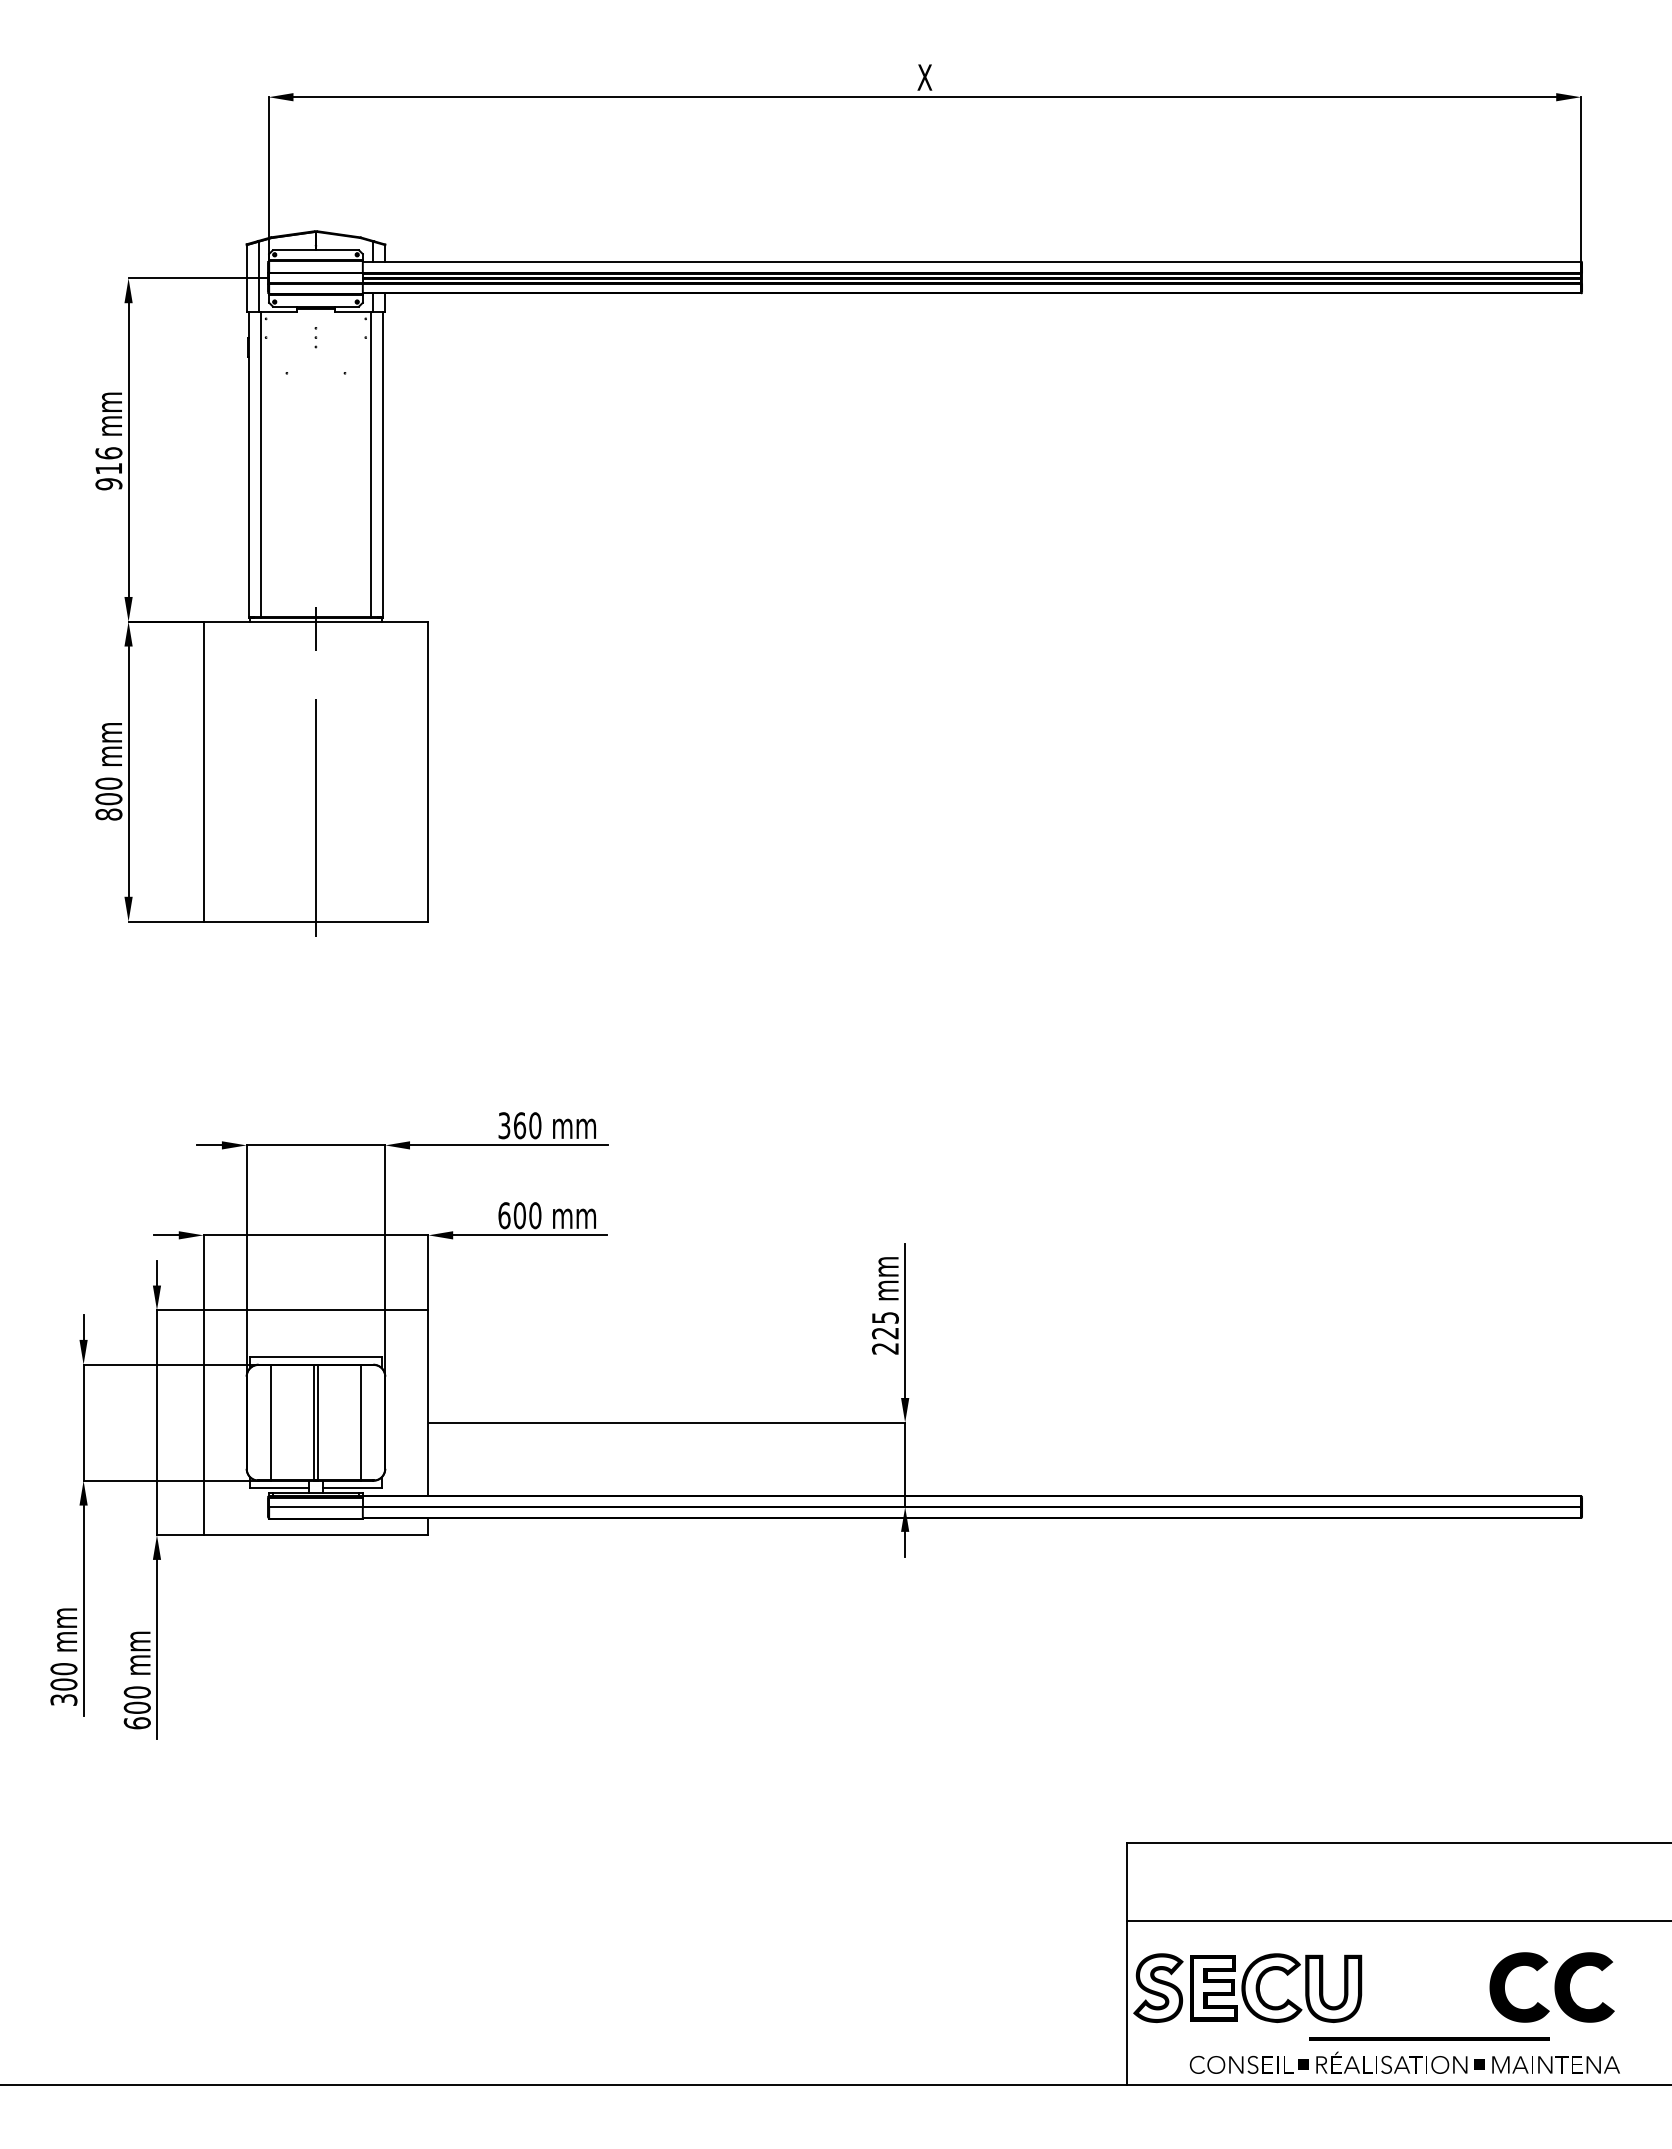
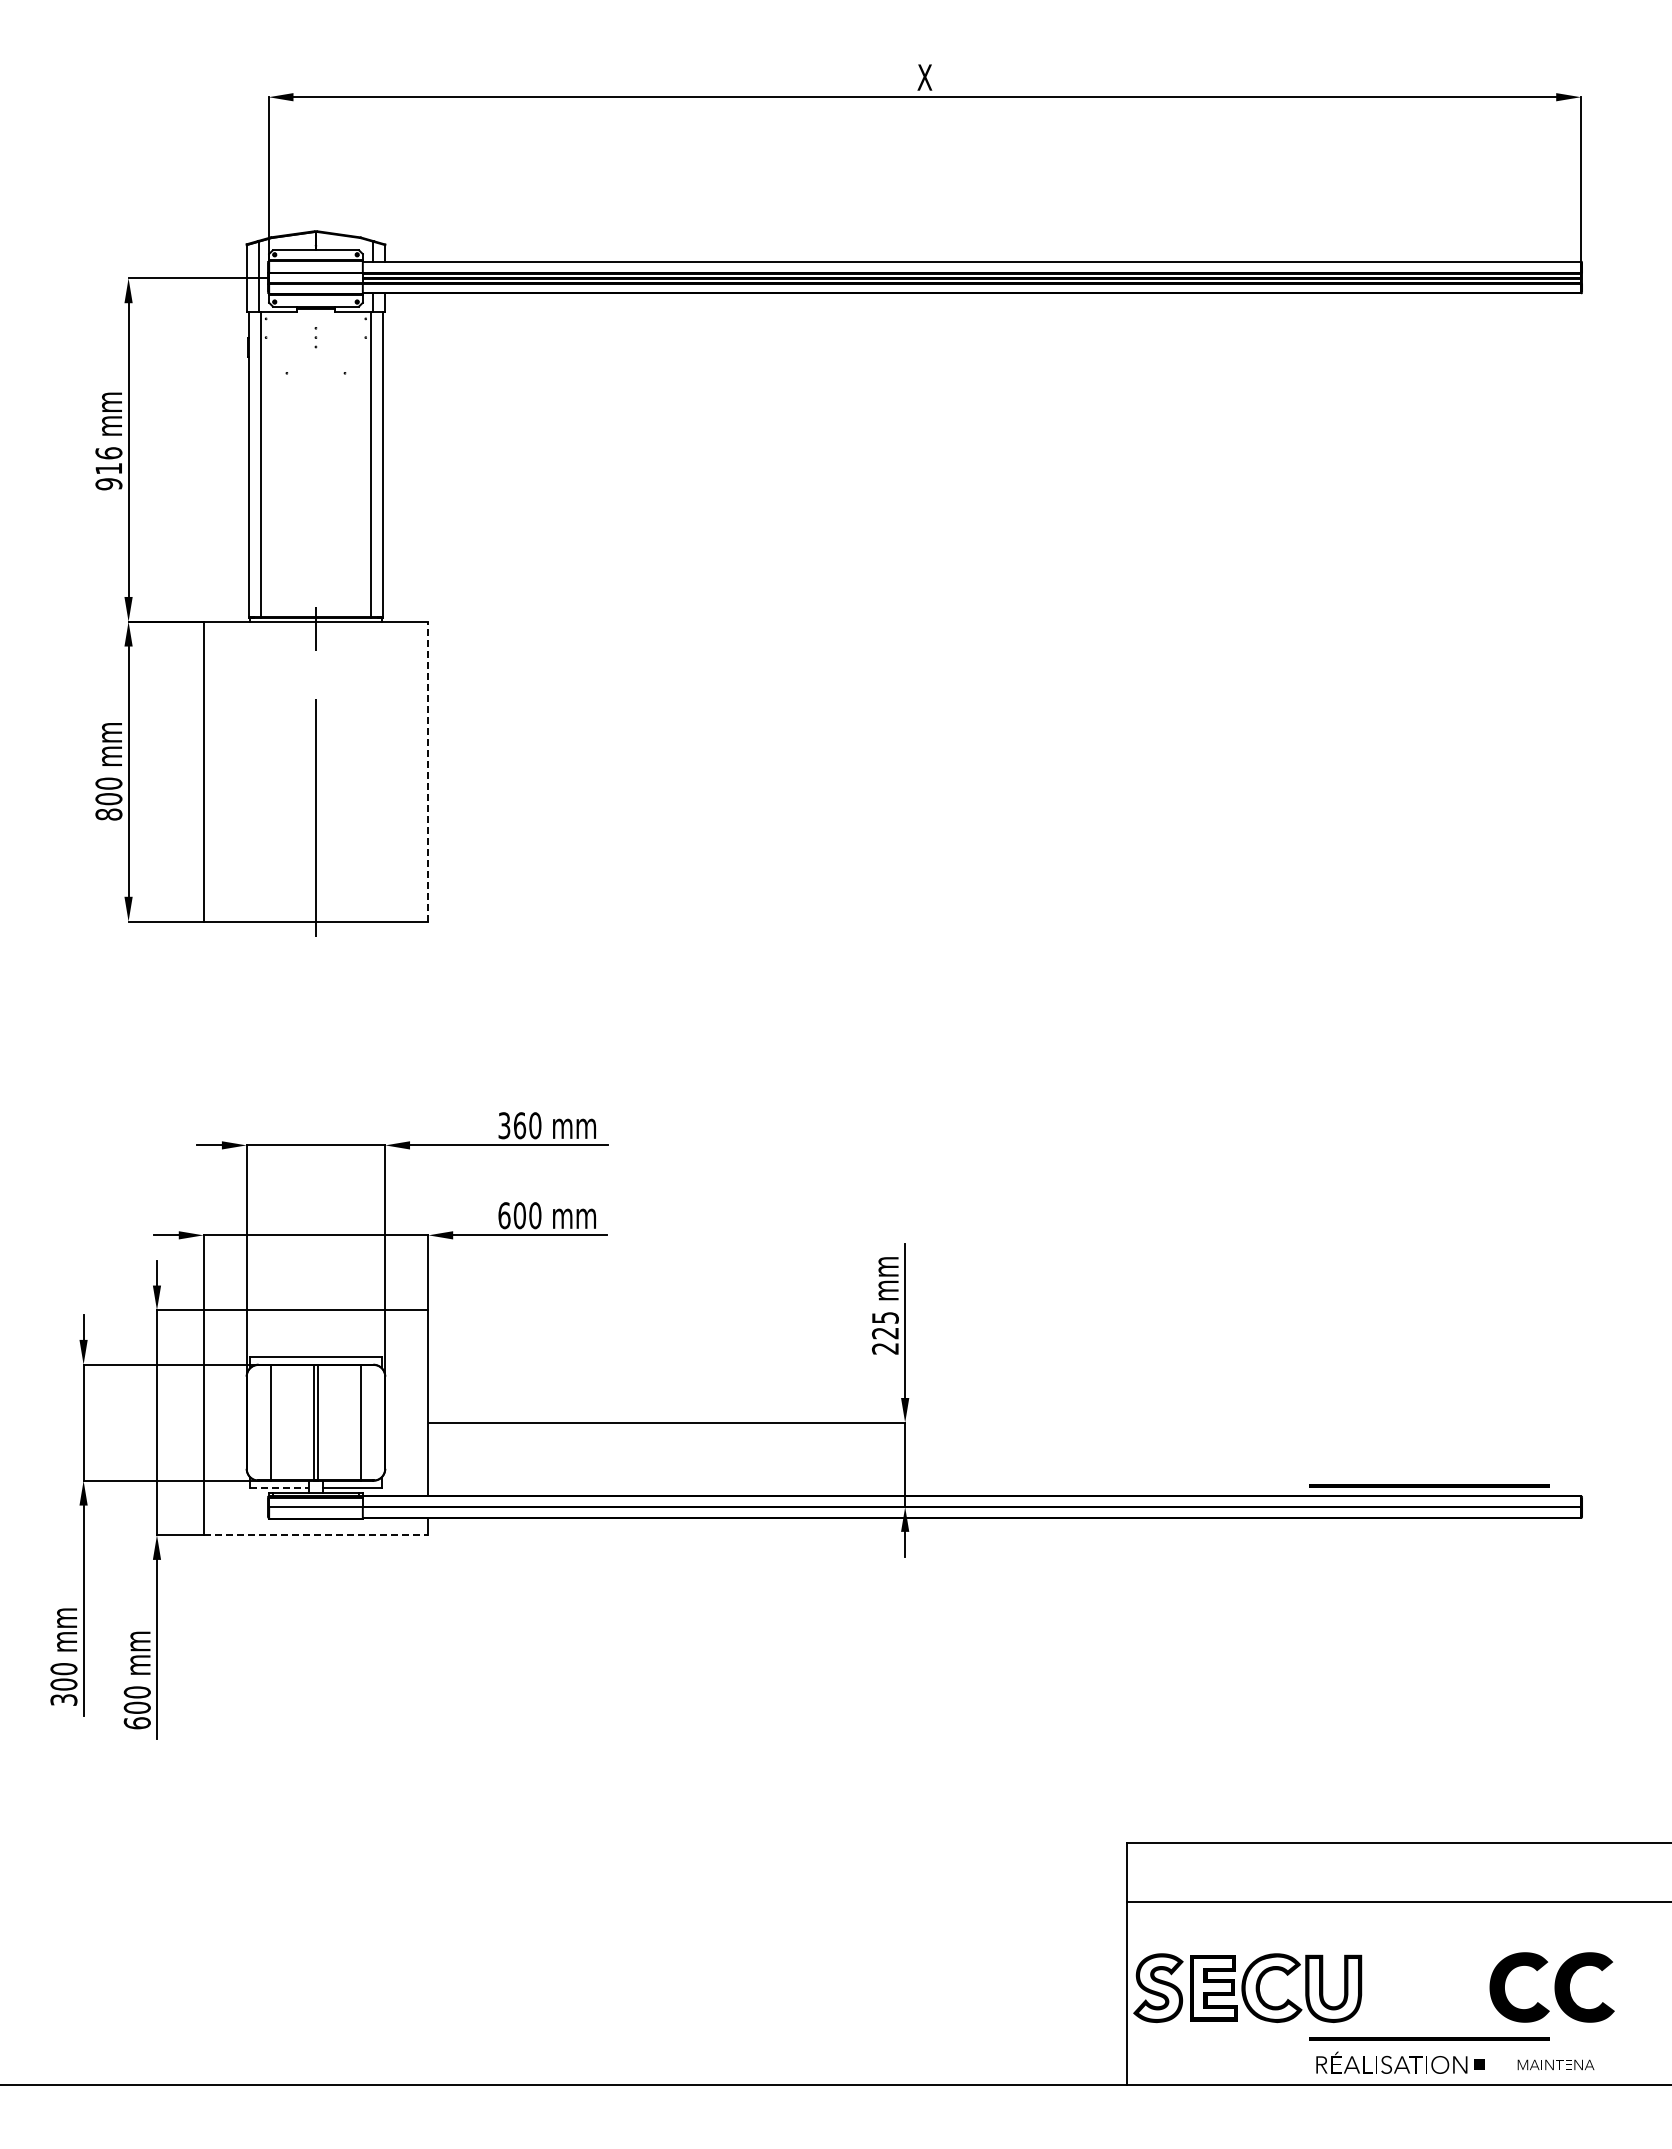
line at (428, 771): solid -> dashed
line at (1429, 1485): none -> present
line at (279, 1488): solid -> dashed
line at (316, 1535): solid -> dashed
line at (1397, 1920) position: (1397, 1920) -> (1397, 1901)
part at (1248, 2064): present -> none
part at (1555, 2064) size: 128x18 px -> 78x12 px
